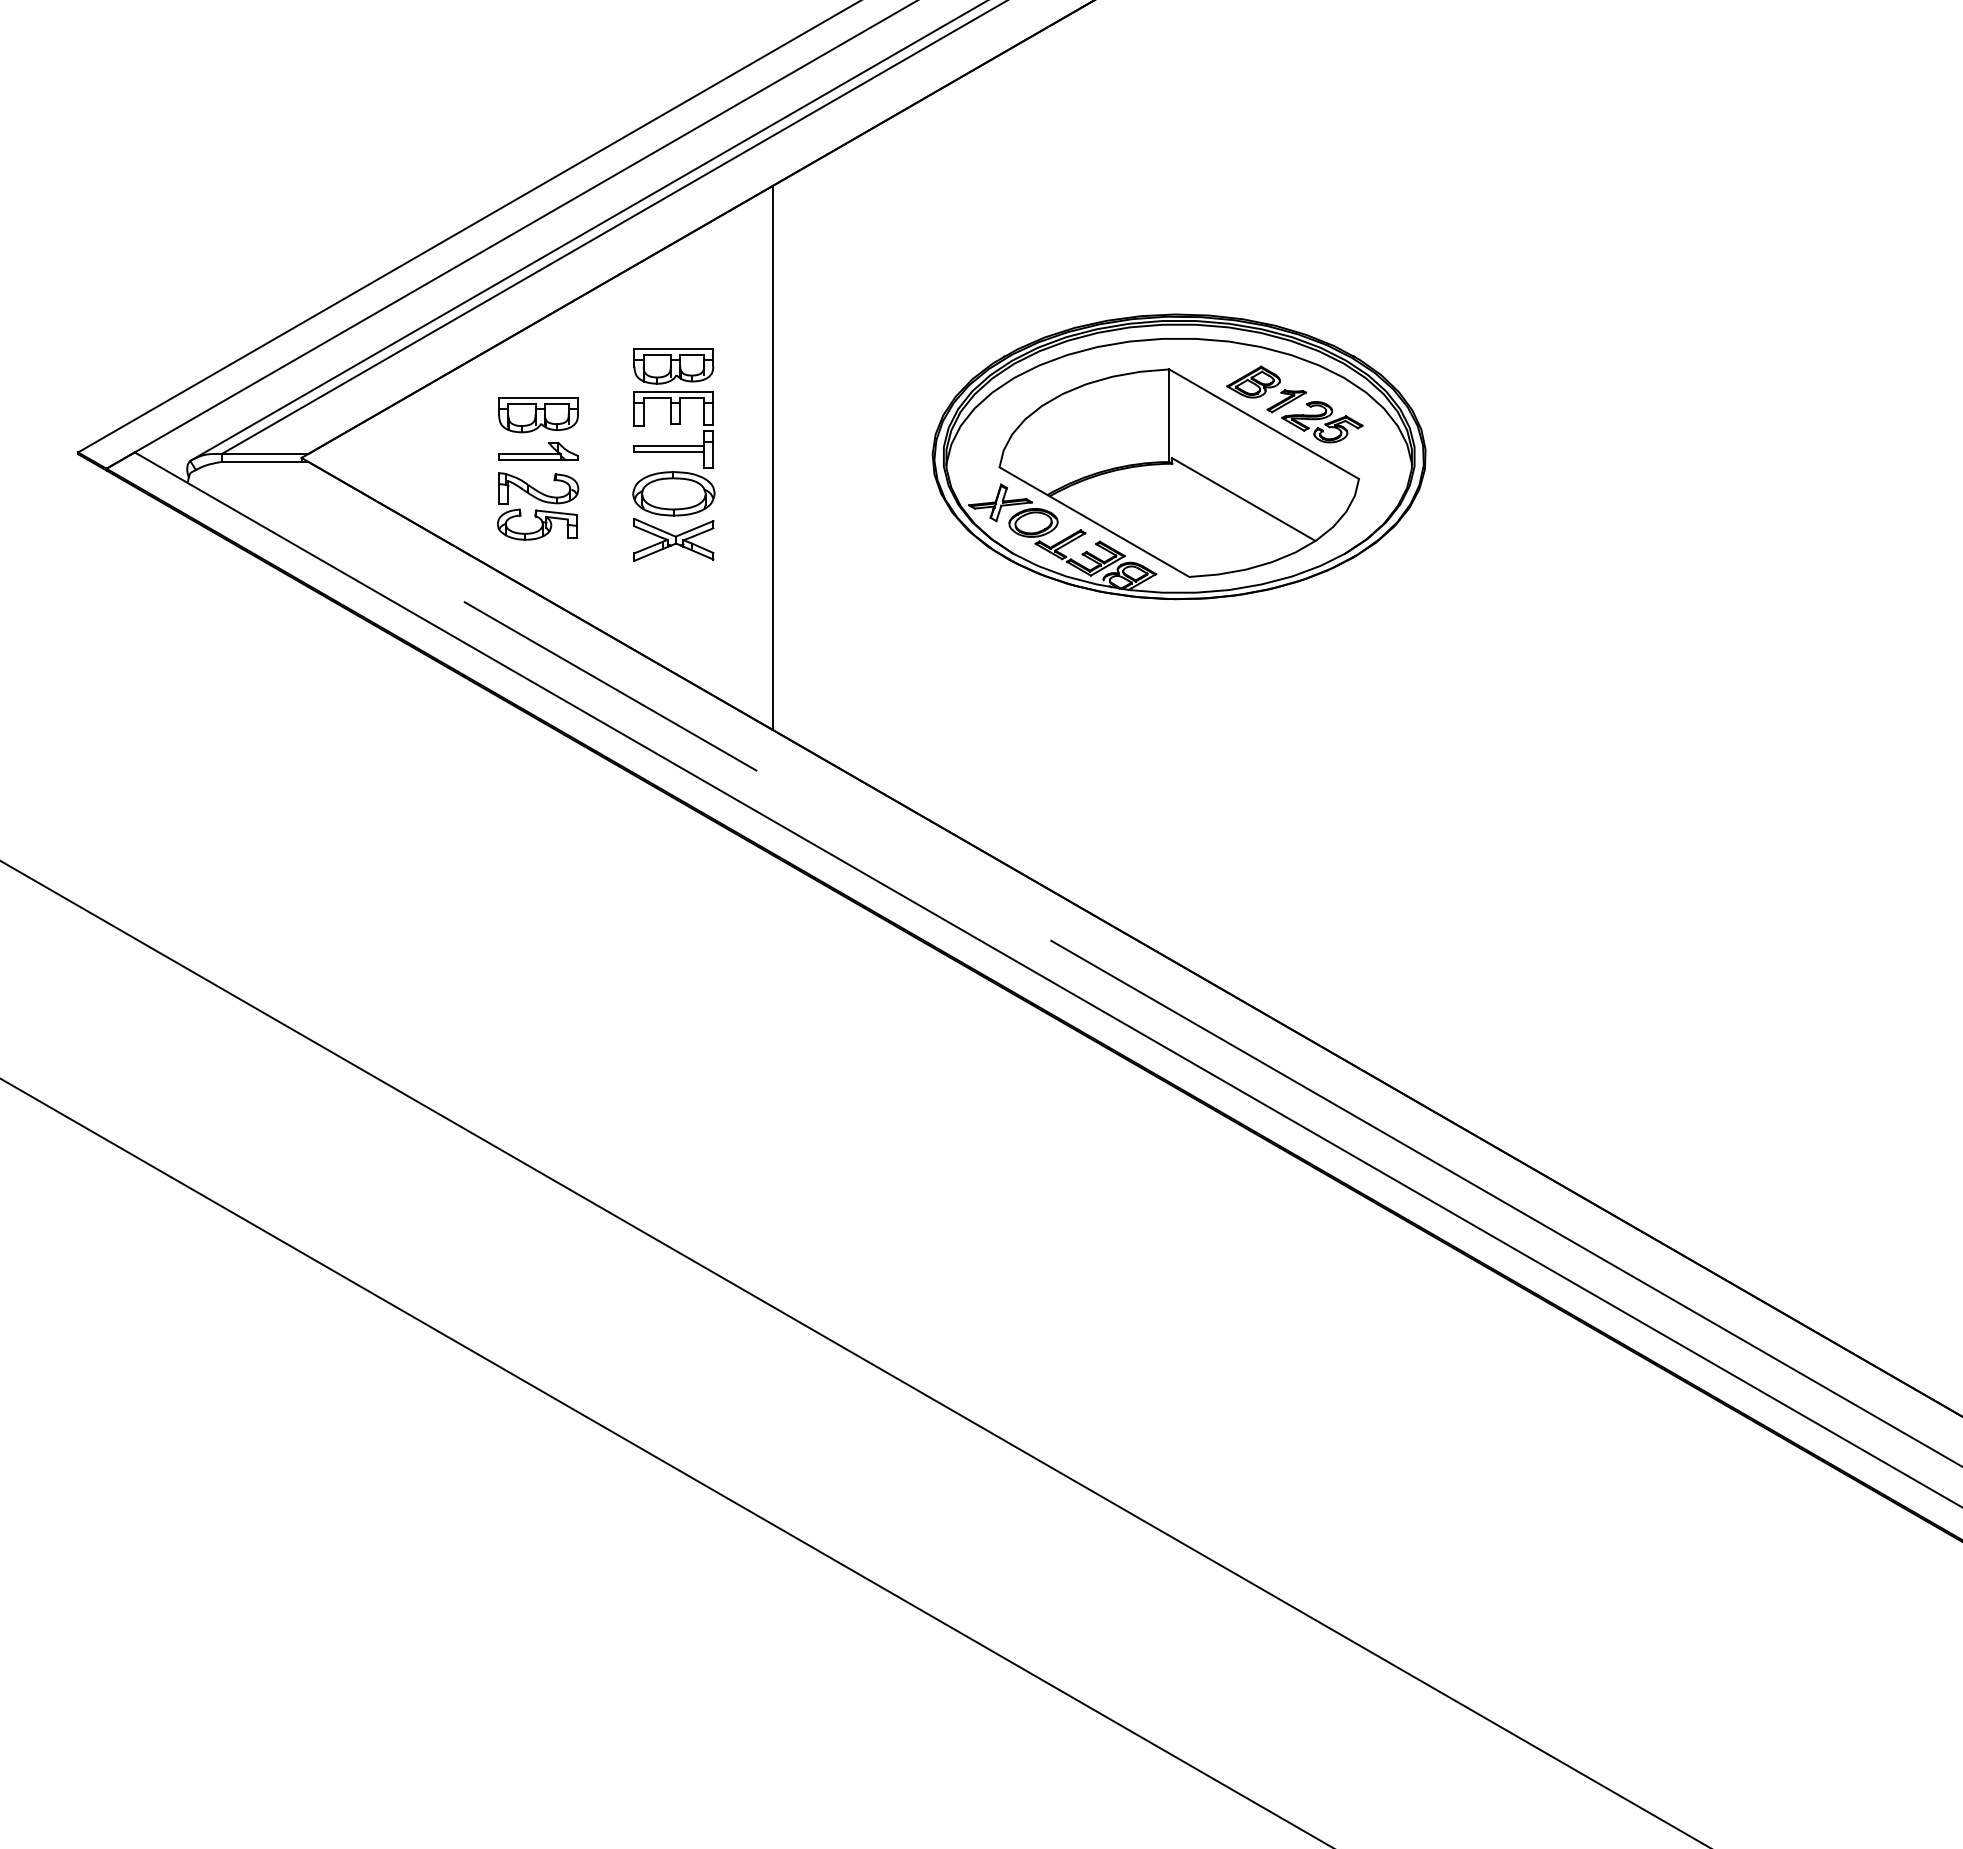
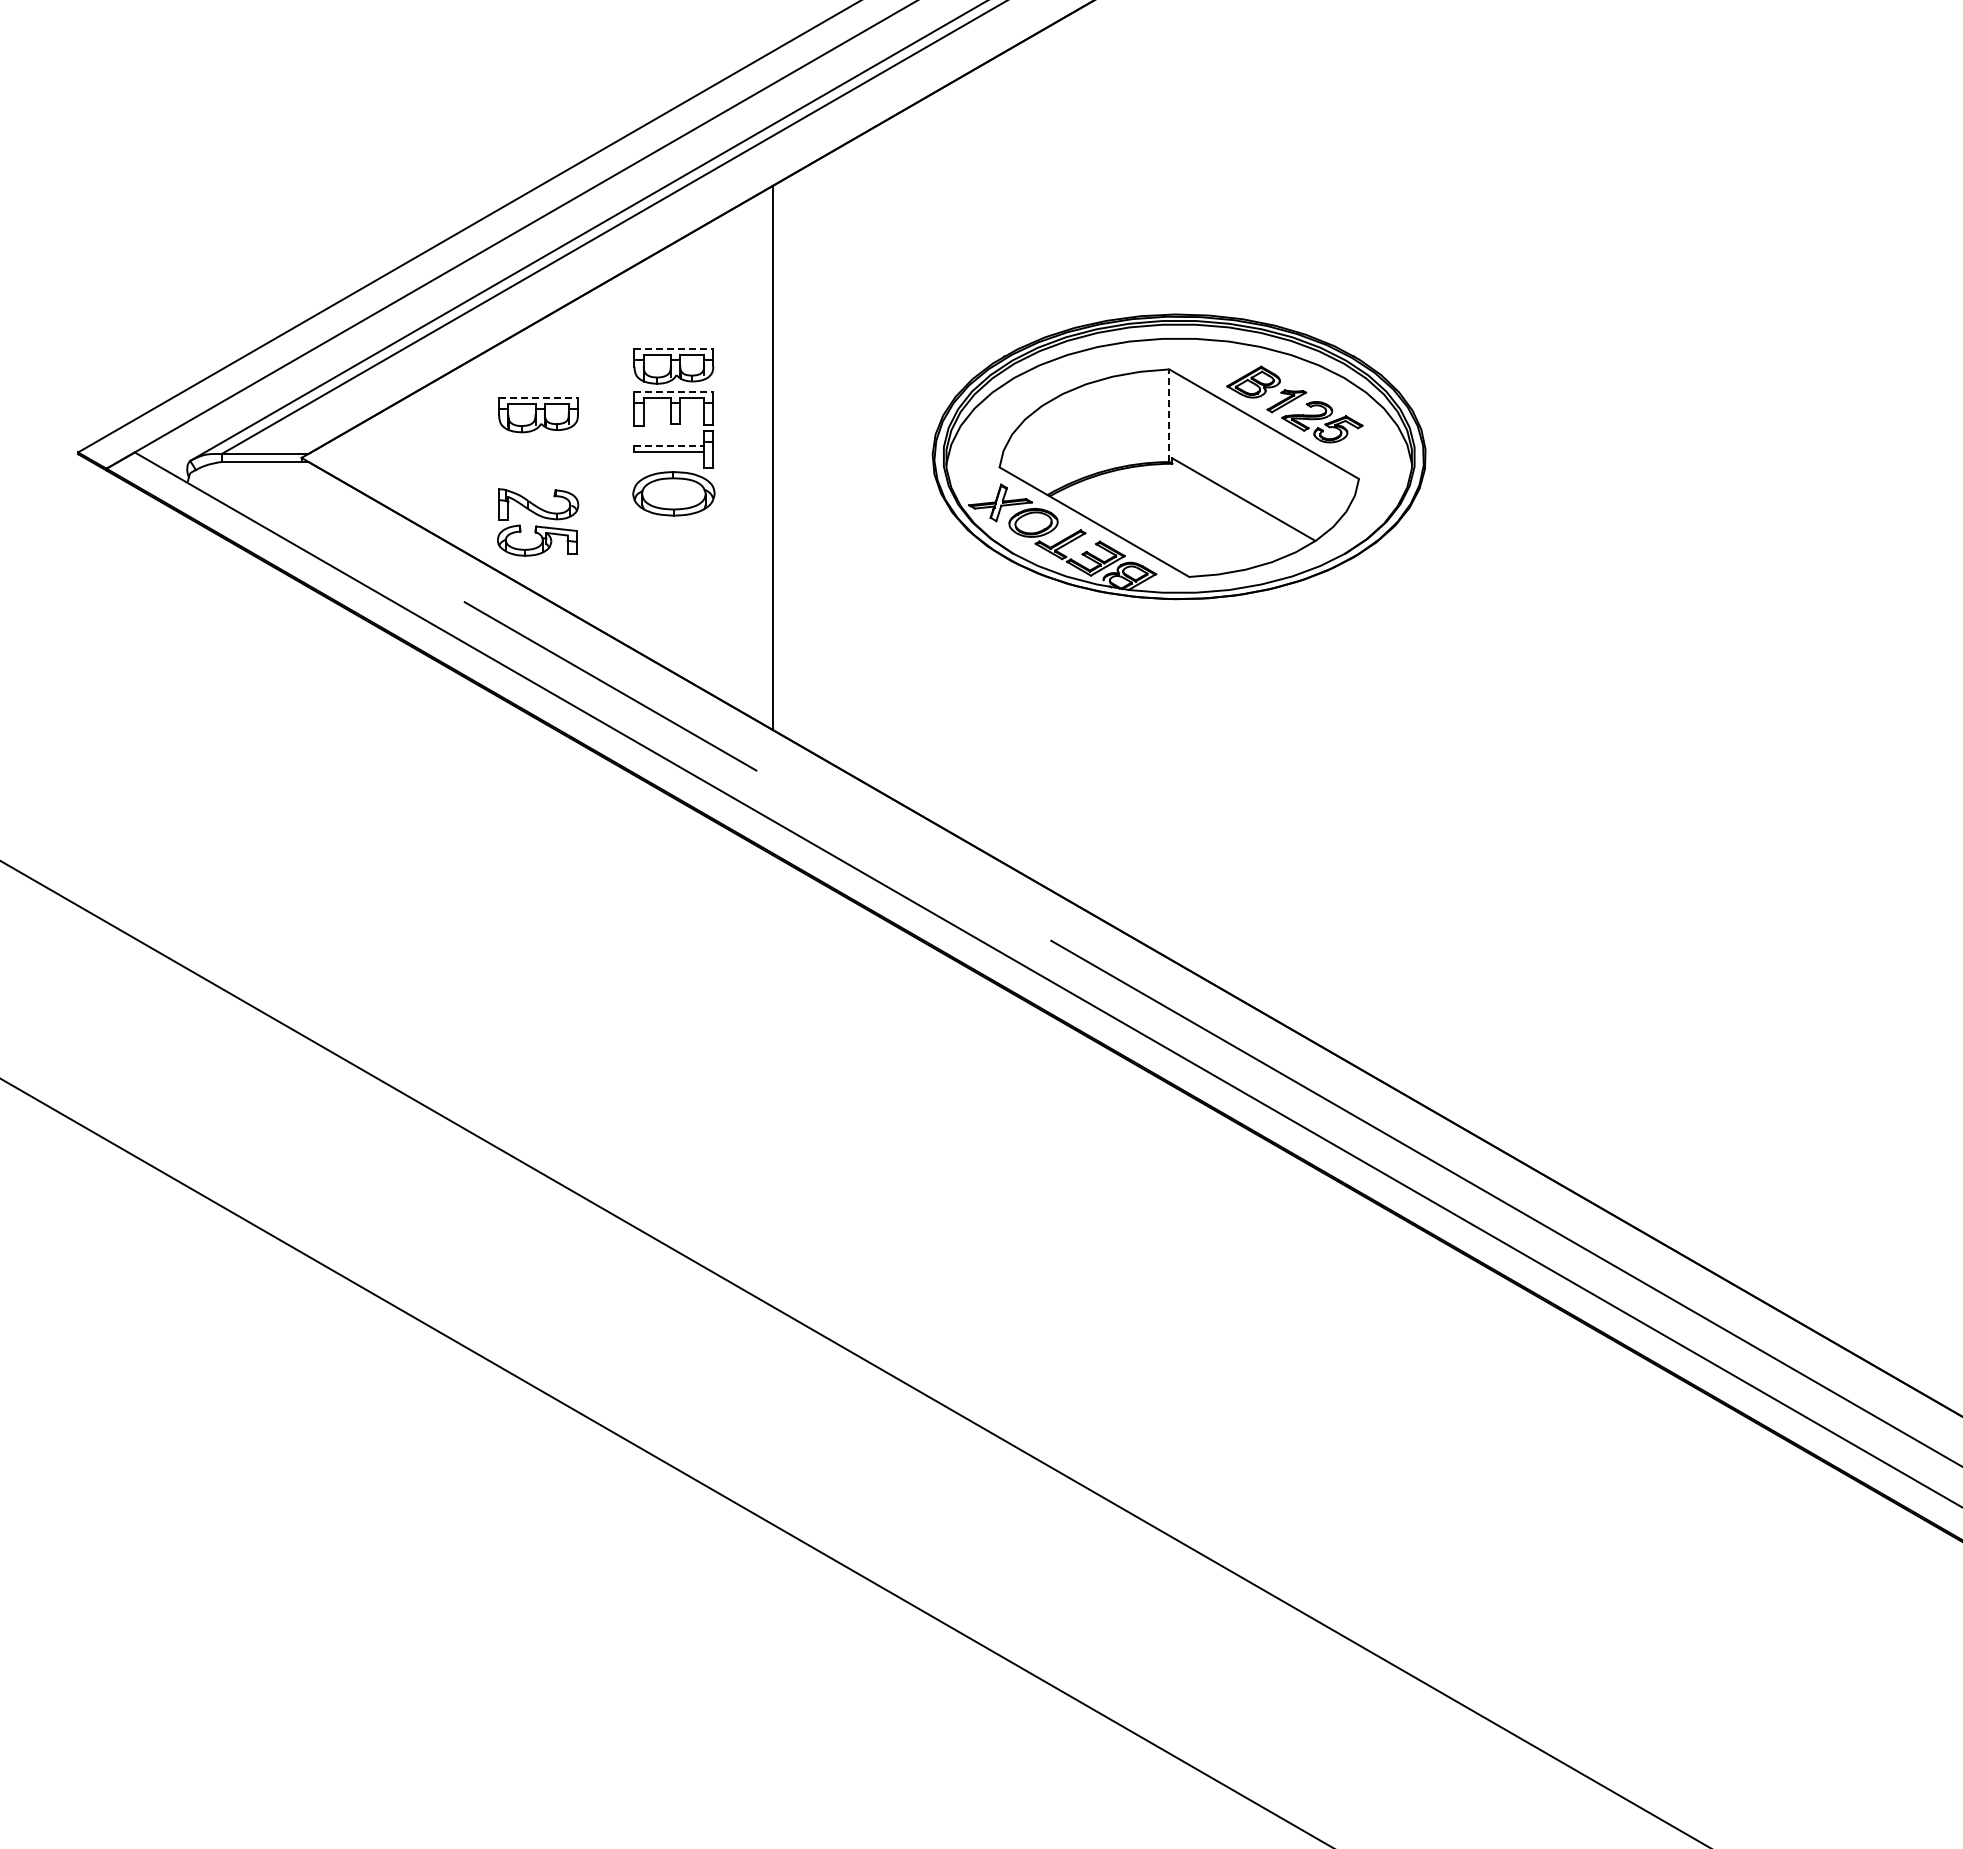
line at (674, 349): solid -> dashed
line at (674, 392): solid -> dashed
line at (539, 397): solid -> dashed
line at (1169, 415): solid -> dashed
line at (669, 446): solid -> dashed
part at (538, 451): present -> none
part at (538, 506) position: (538, 506) -> (538, 522)
part at (673, 539): present -> none
